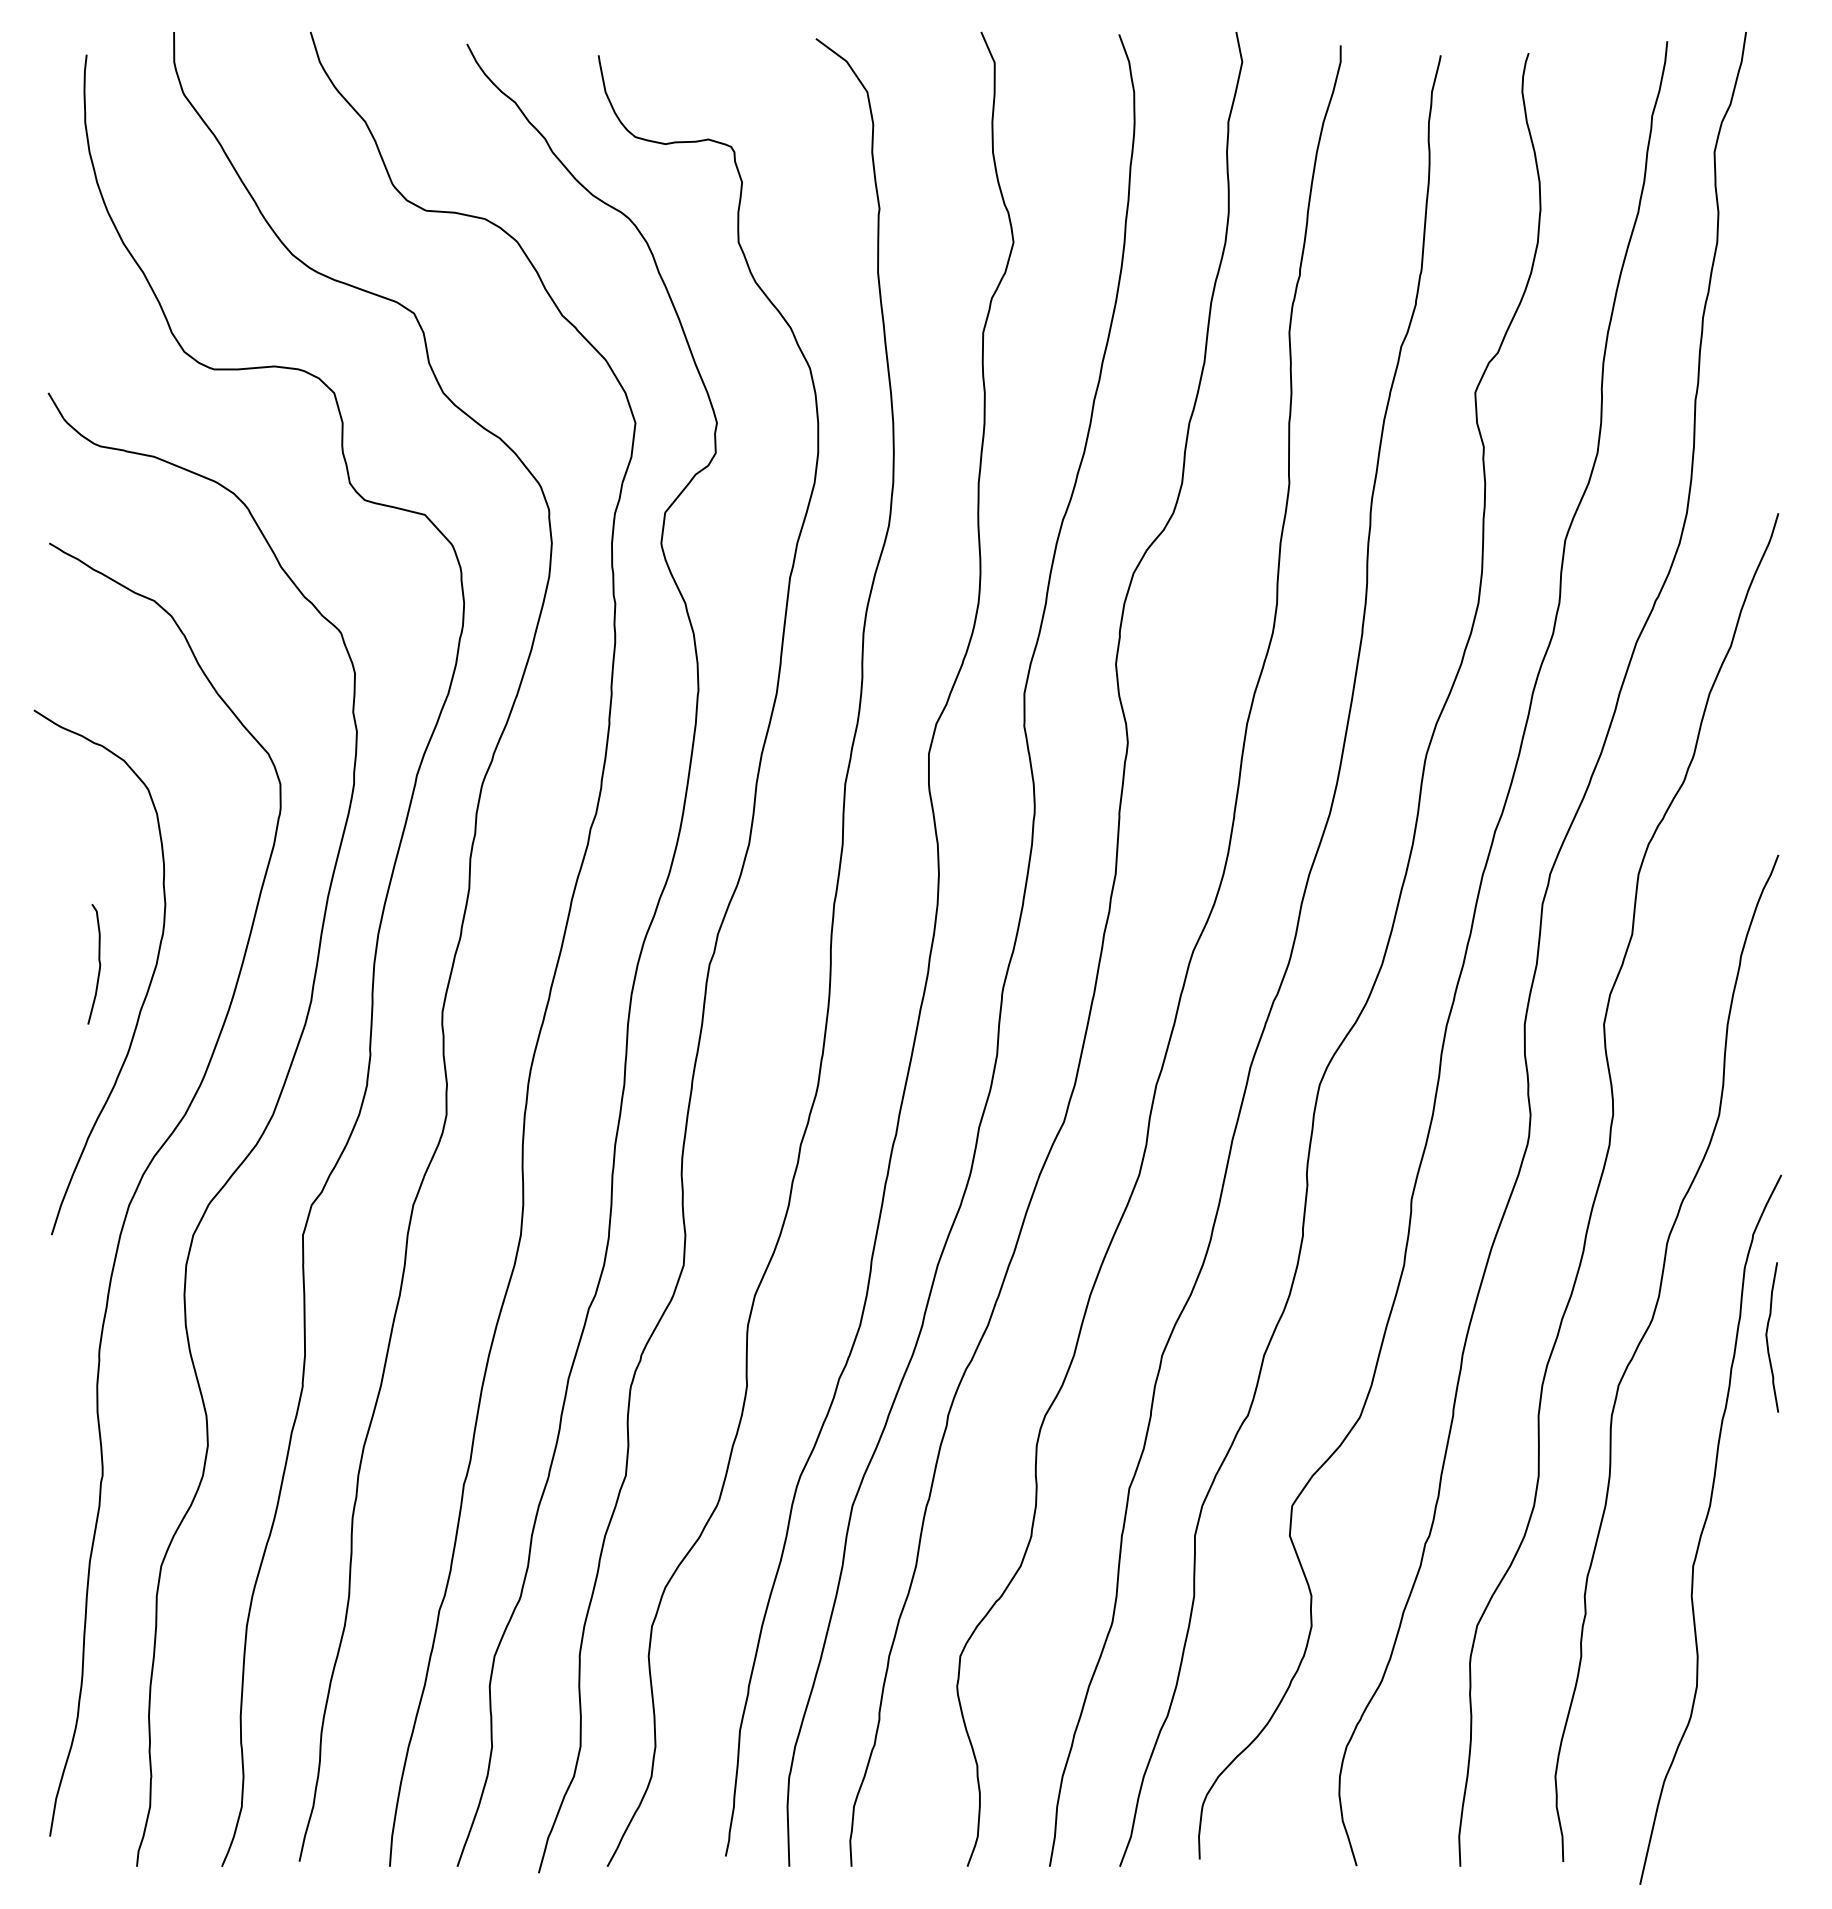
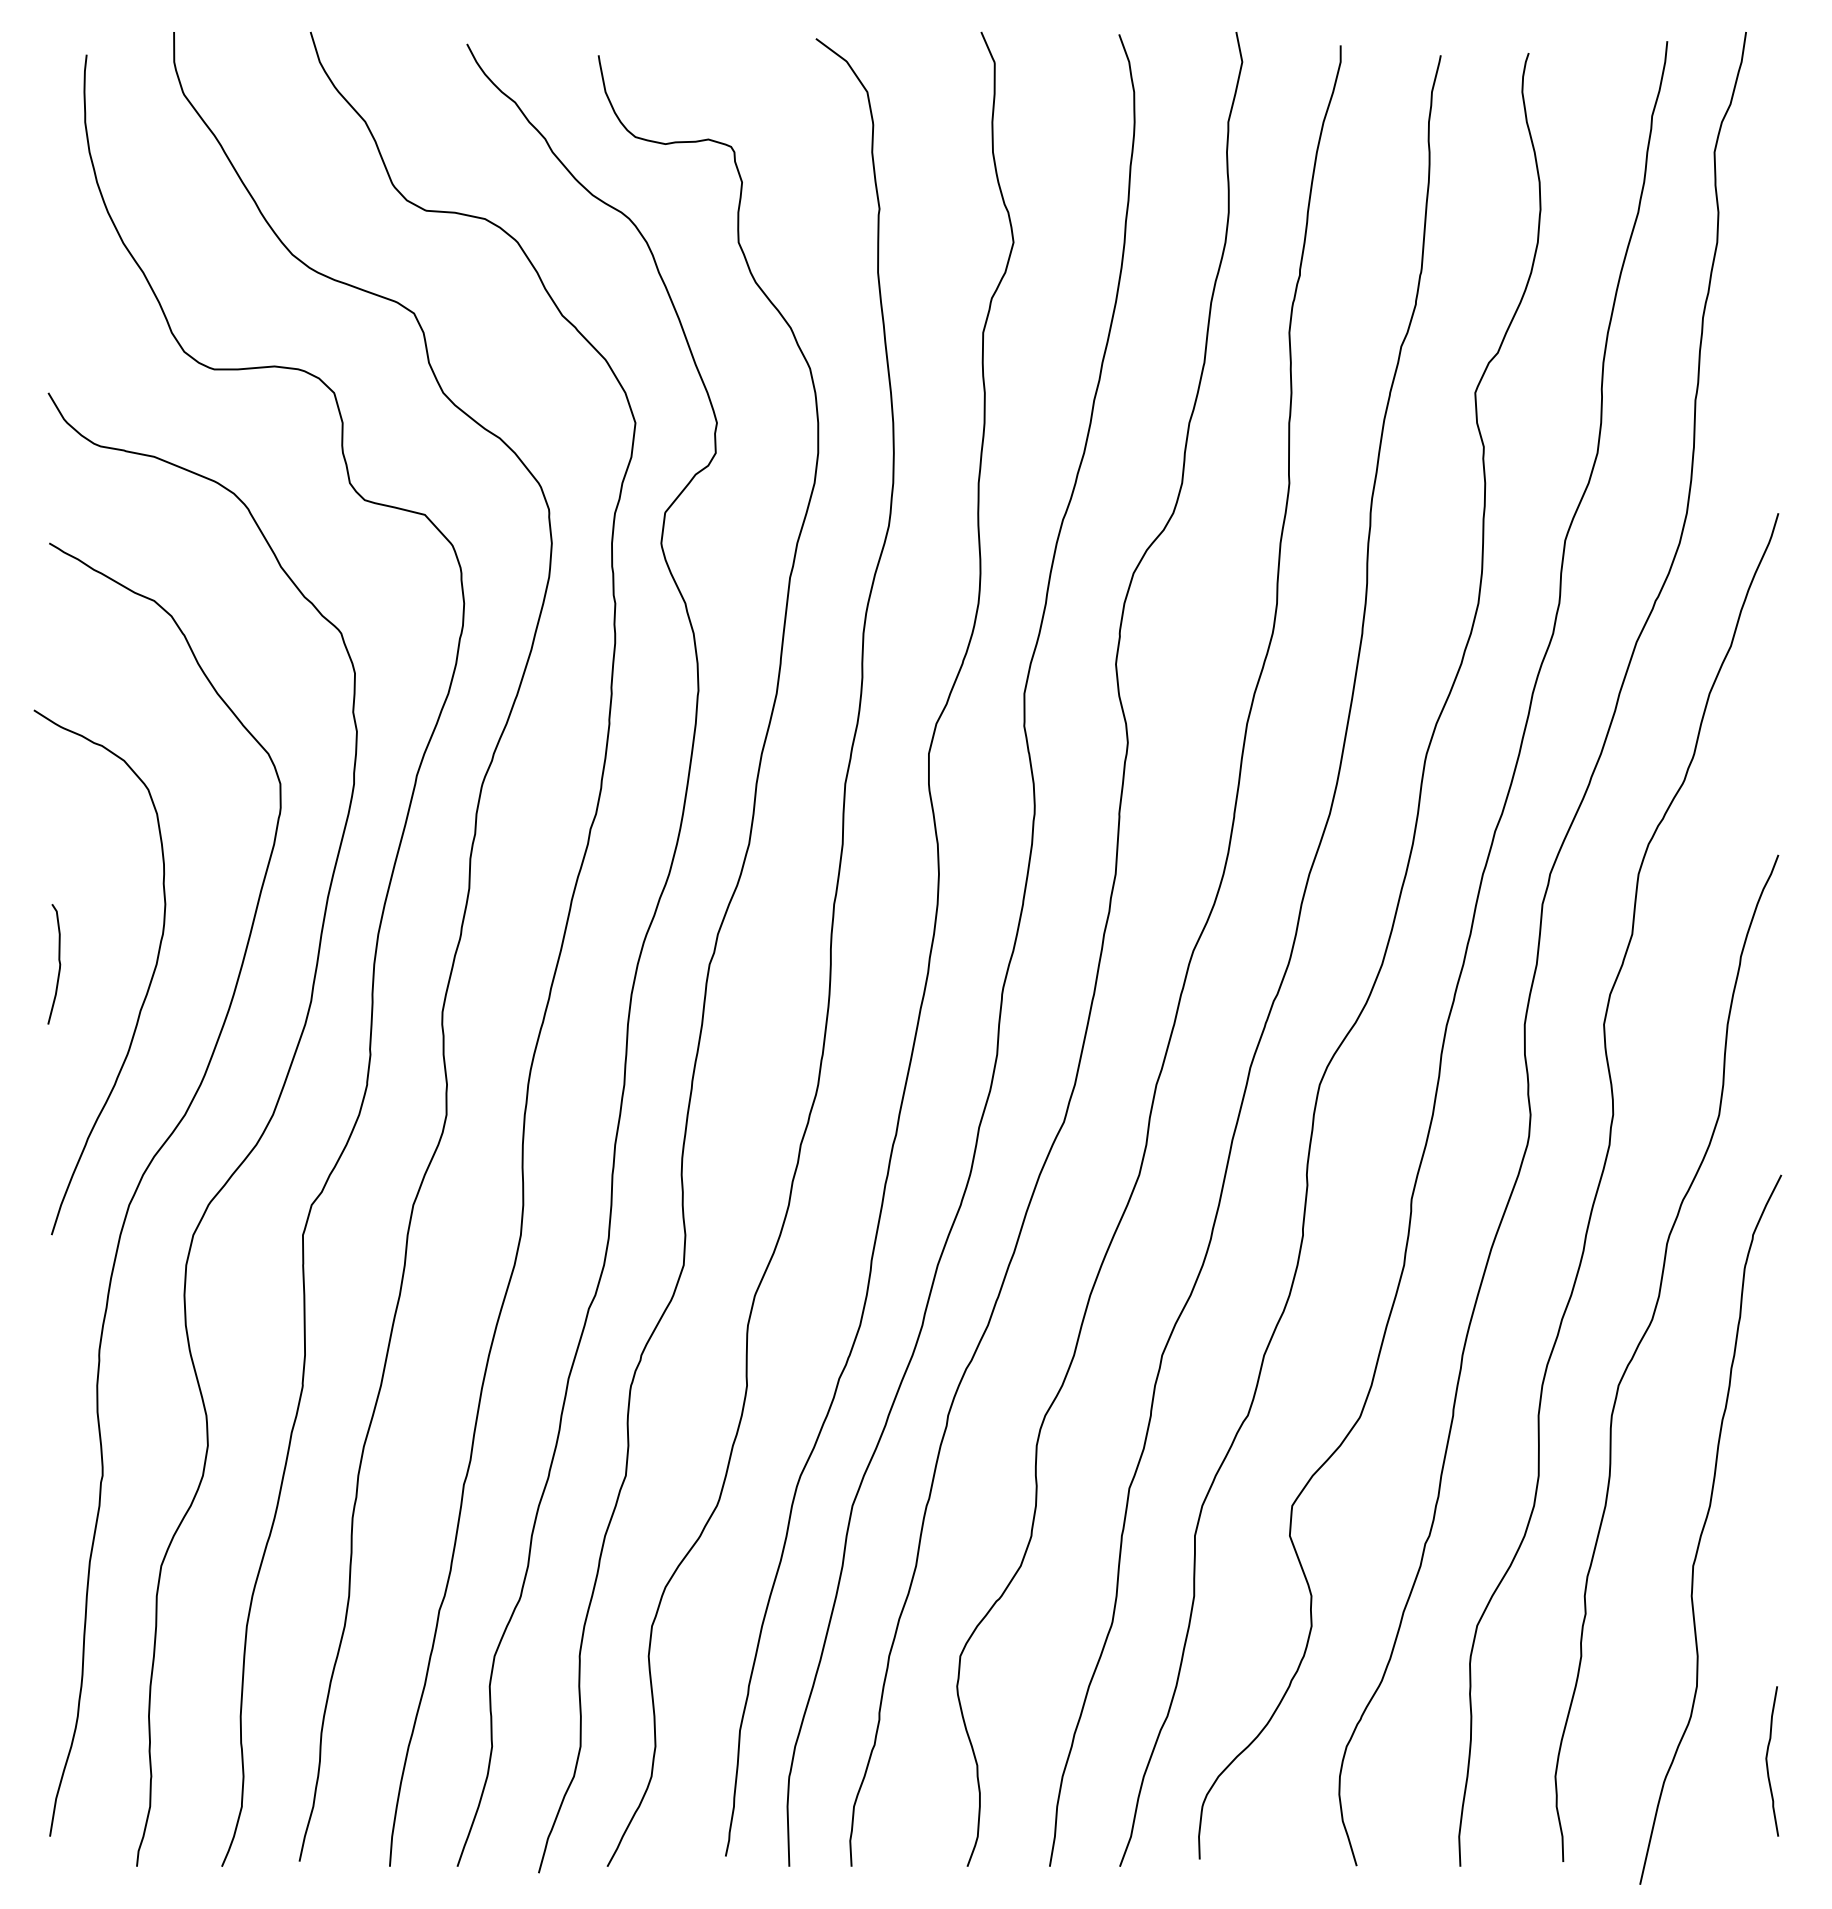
curve at (98, 961) position: (98, 961) -> (58, 961)
curve at (1767, 1337) position: (1767, 1337) -> (1767, 1761)
